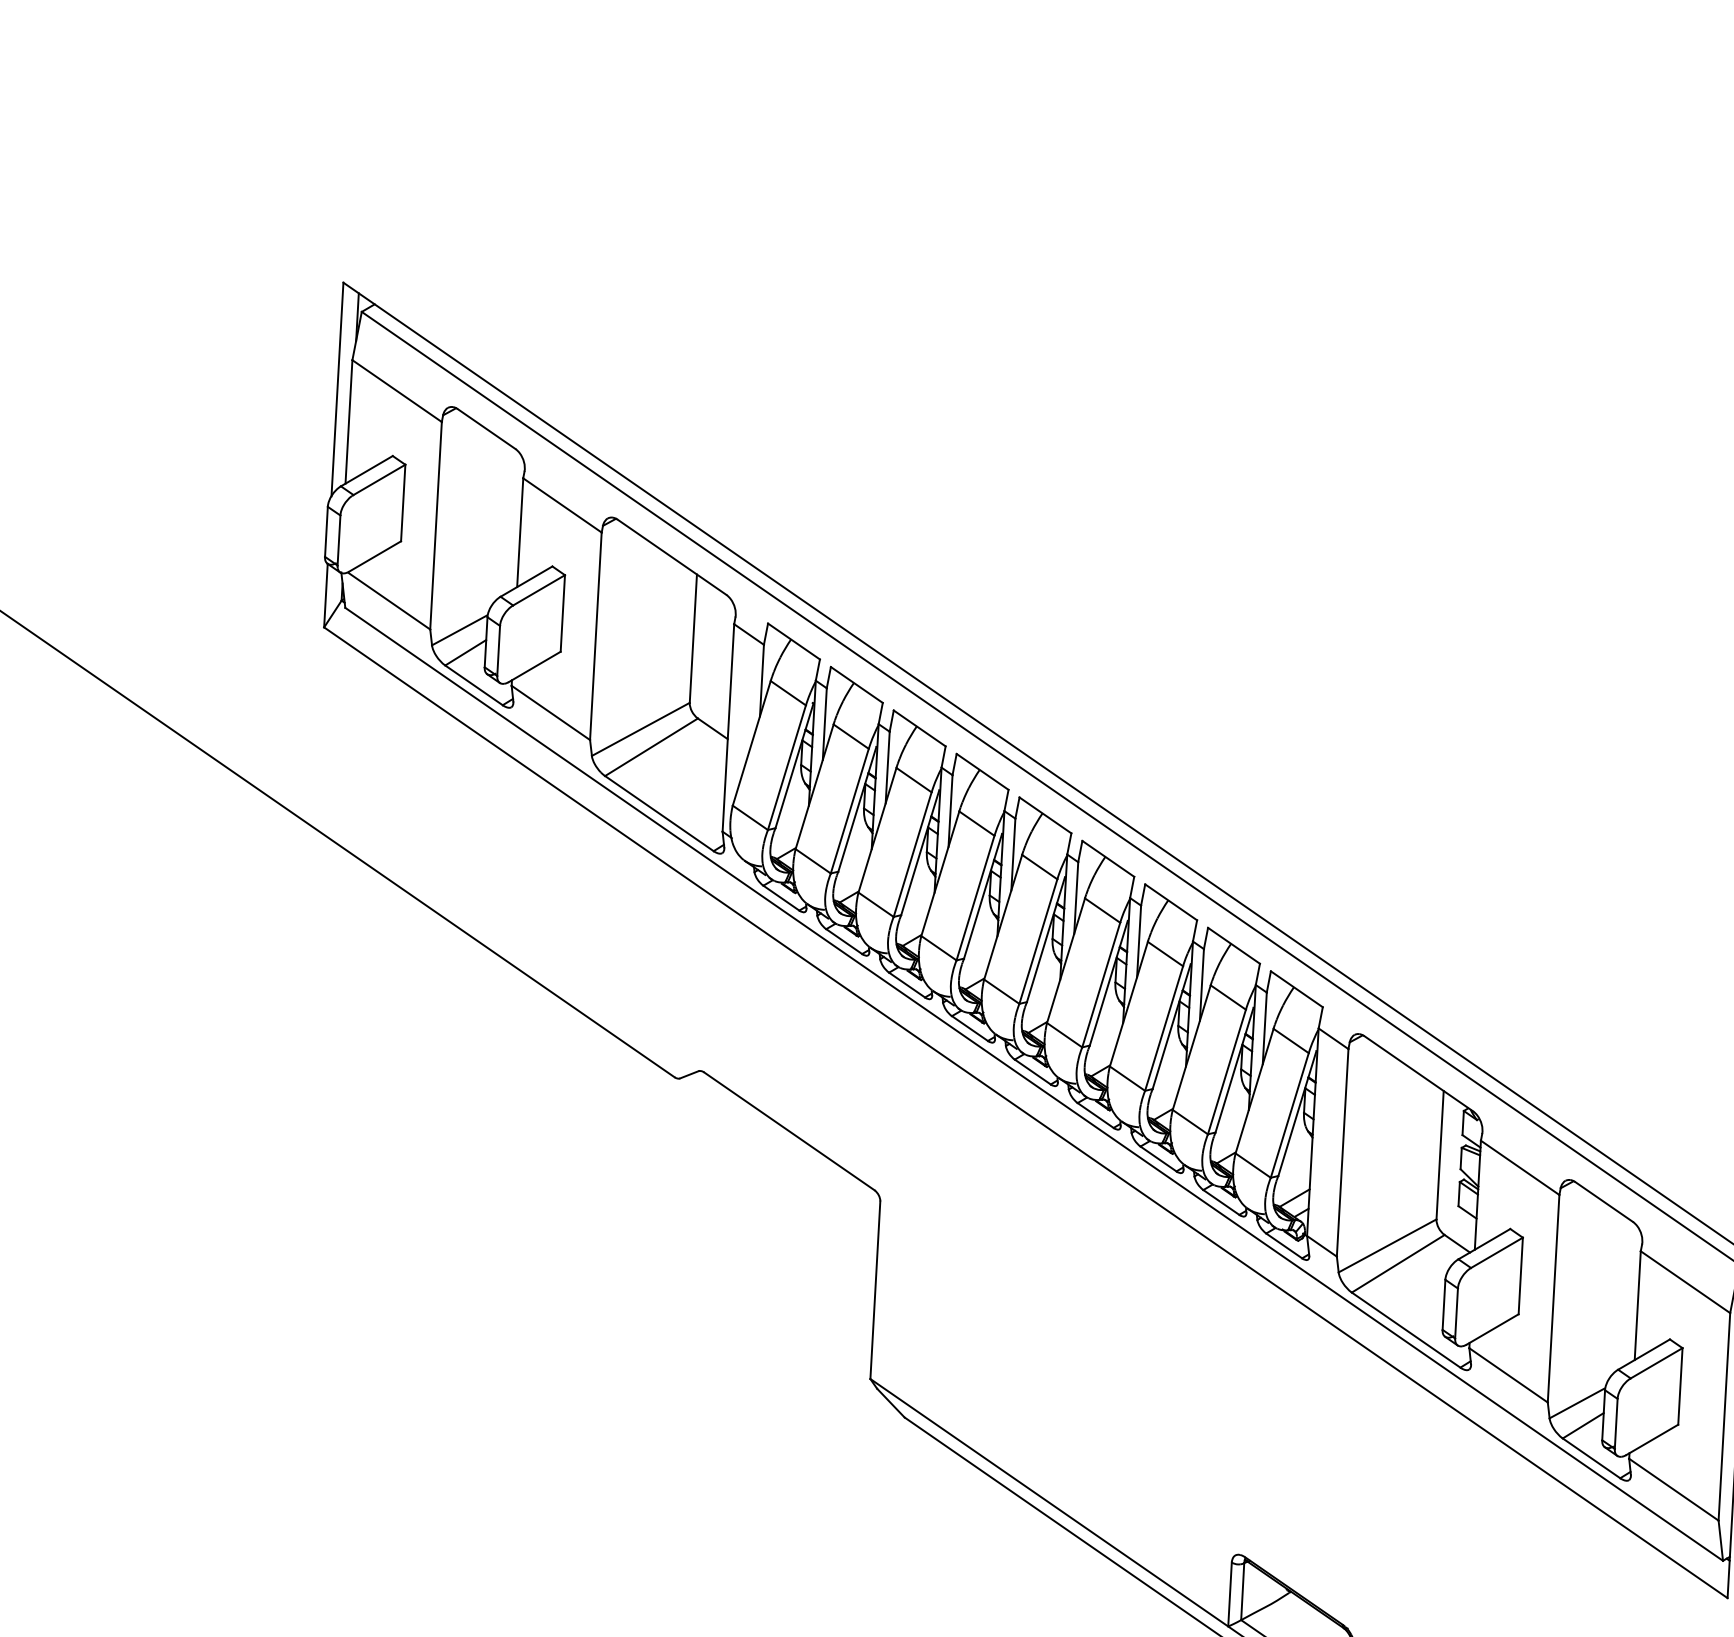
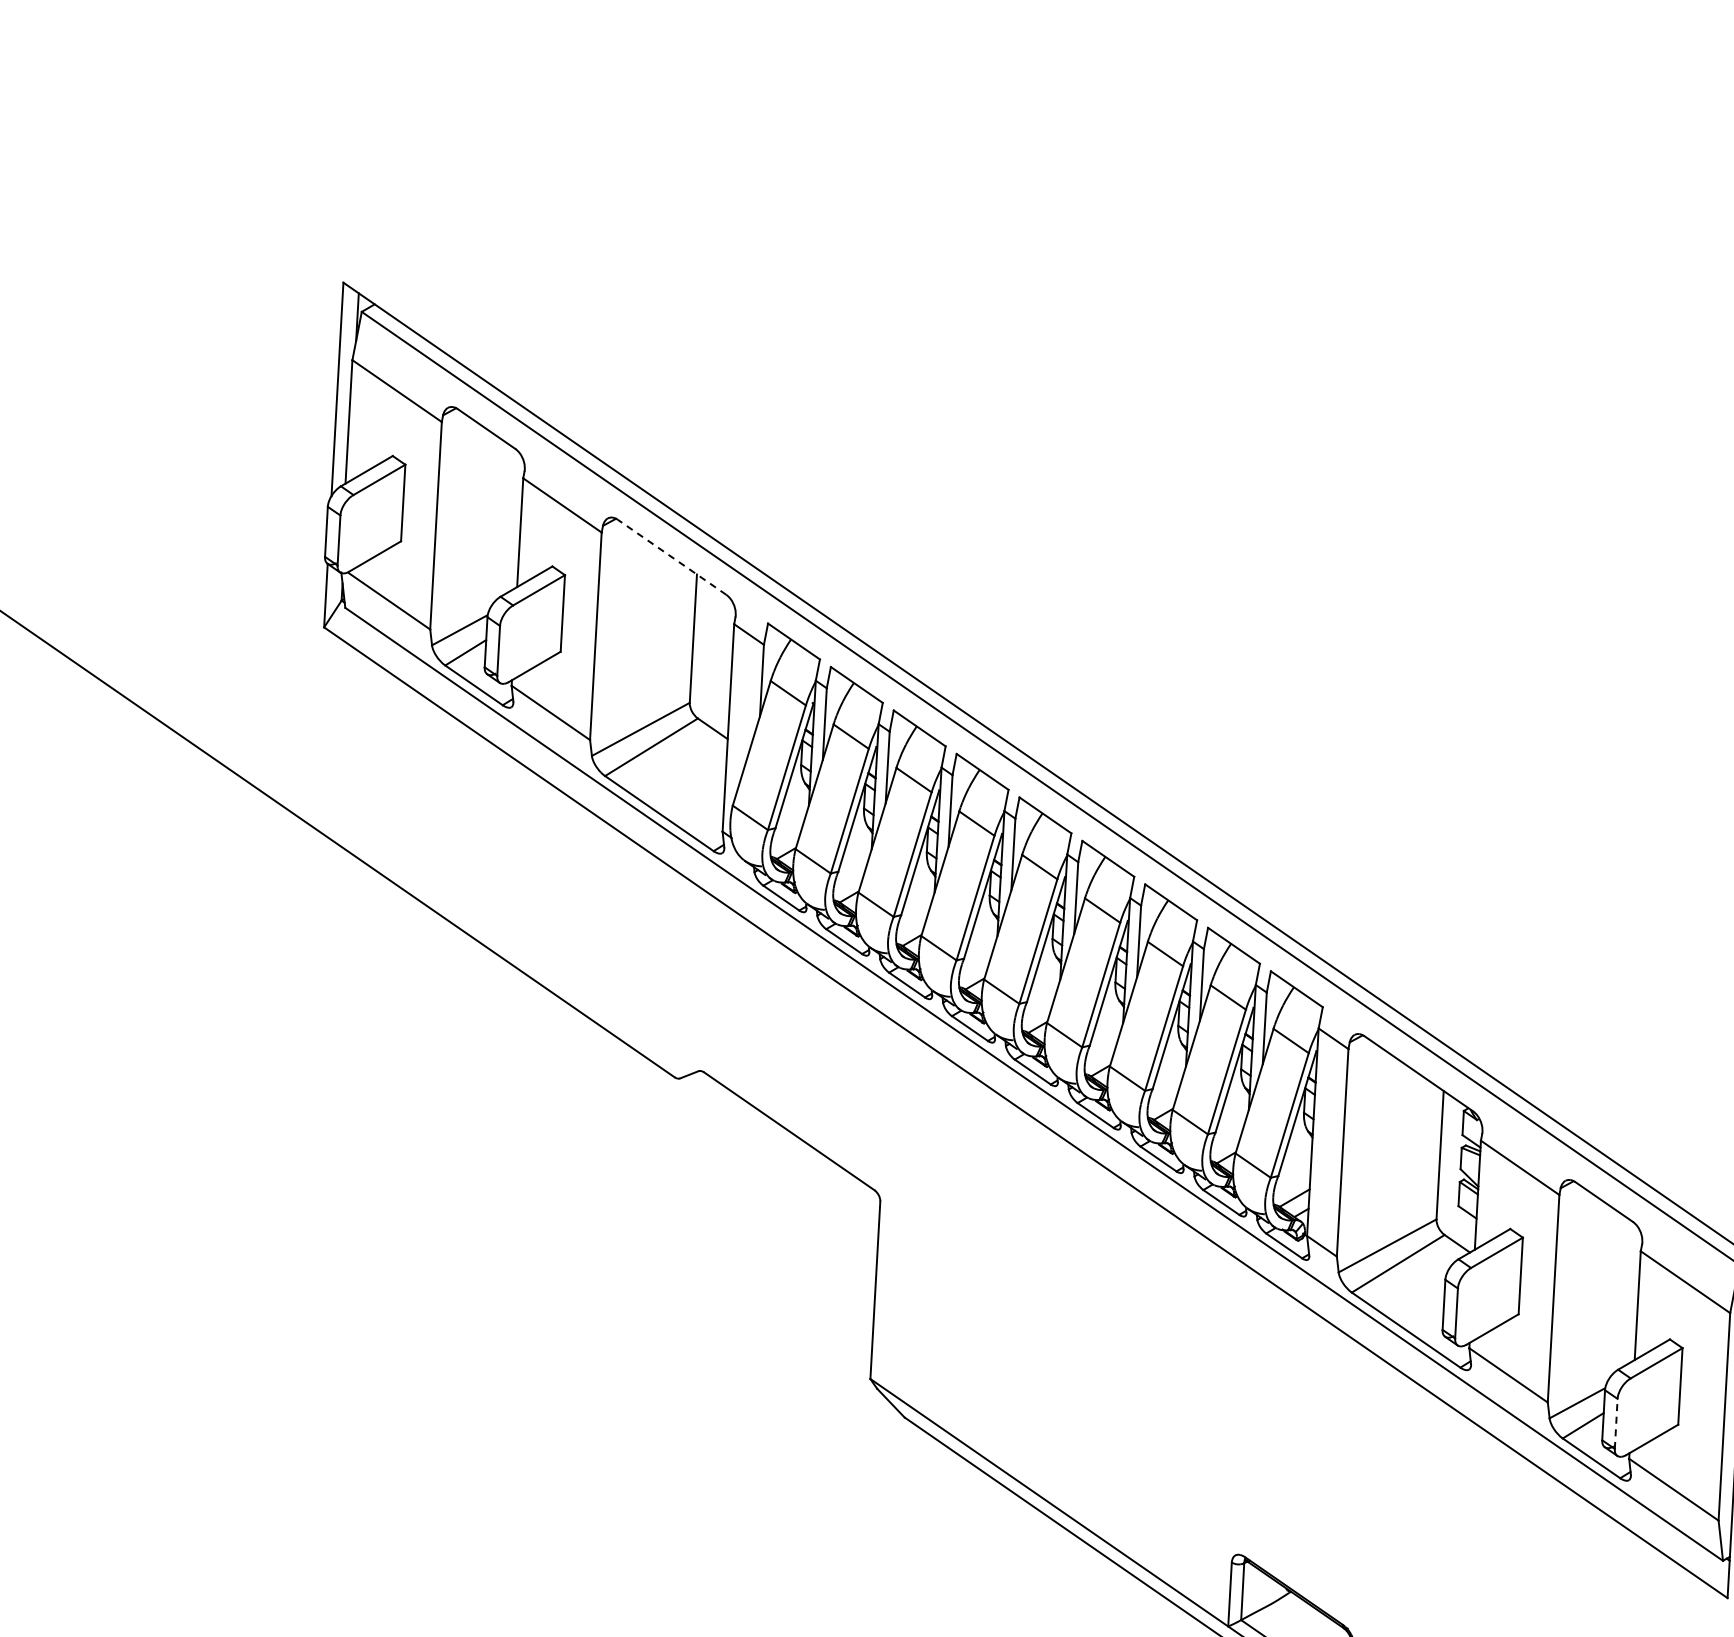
line at (672, 557): solid -> dashed
line at (1616, 1423): solid -> dashed
